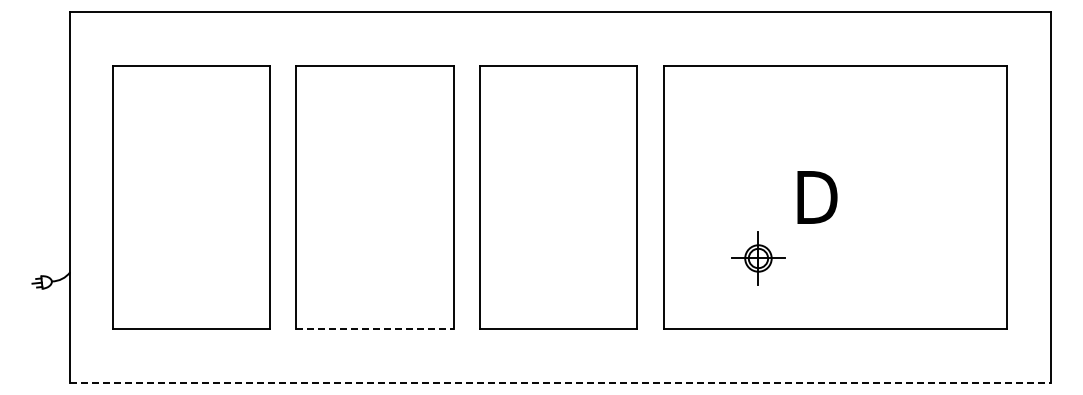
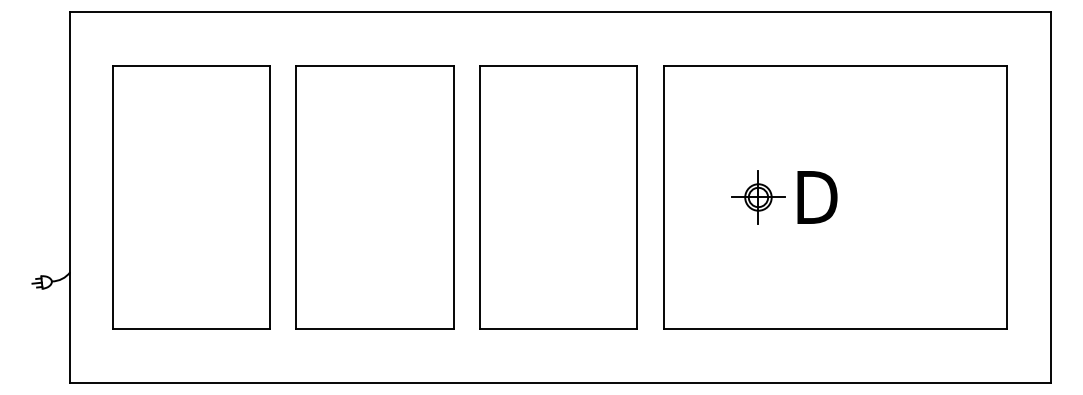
part at (758, 258) position: (758, 258) -> (758, 197)
line at (374, 329): dashed -> solid
line at (560, 382): dashed -> solid
